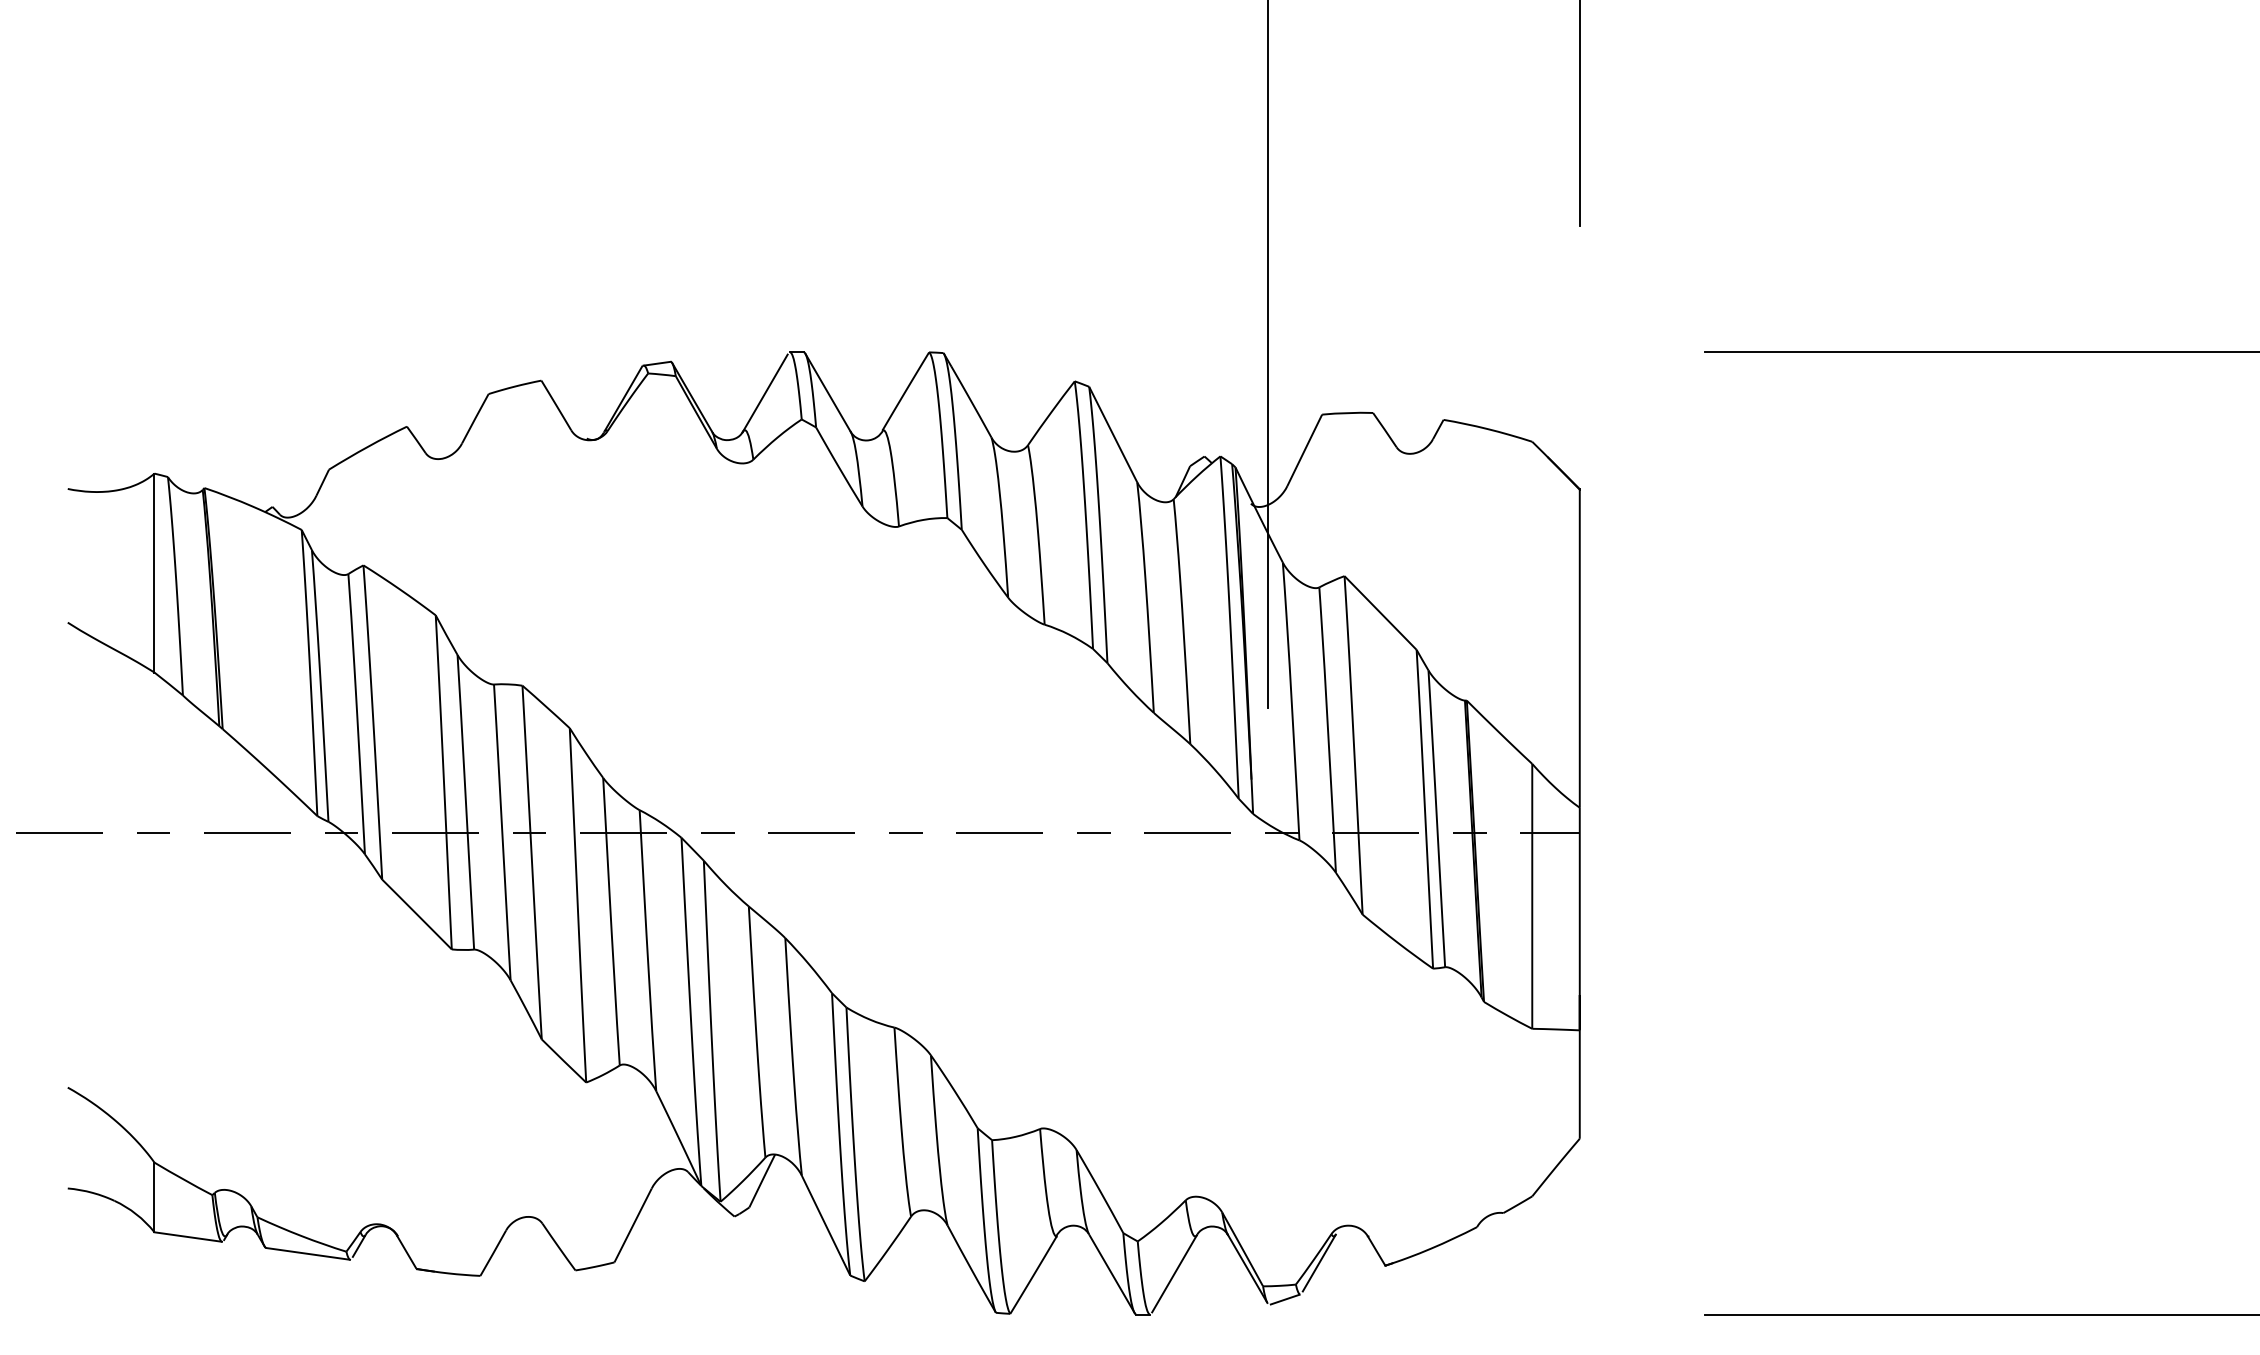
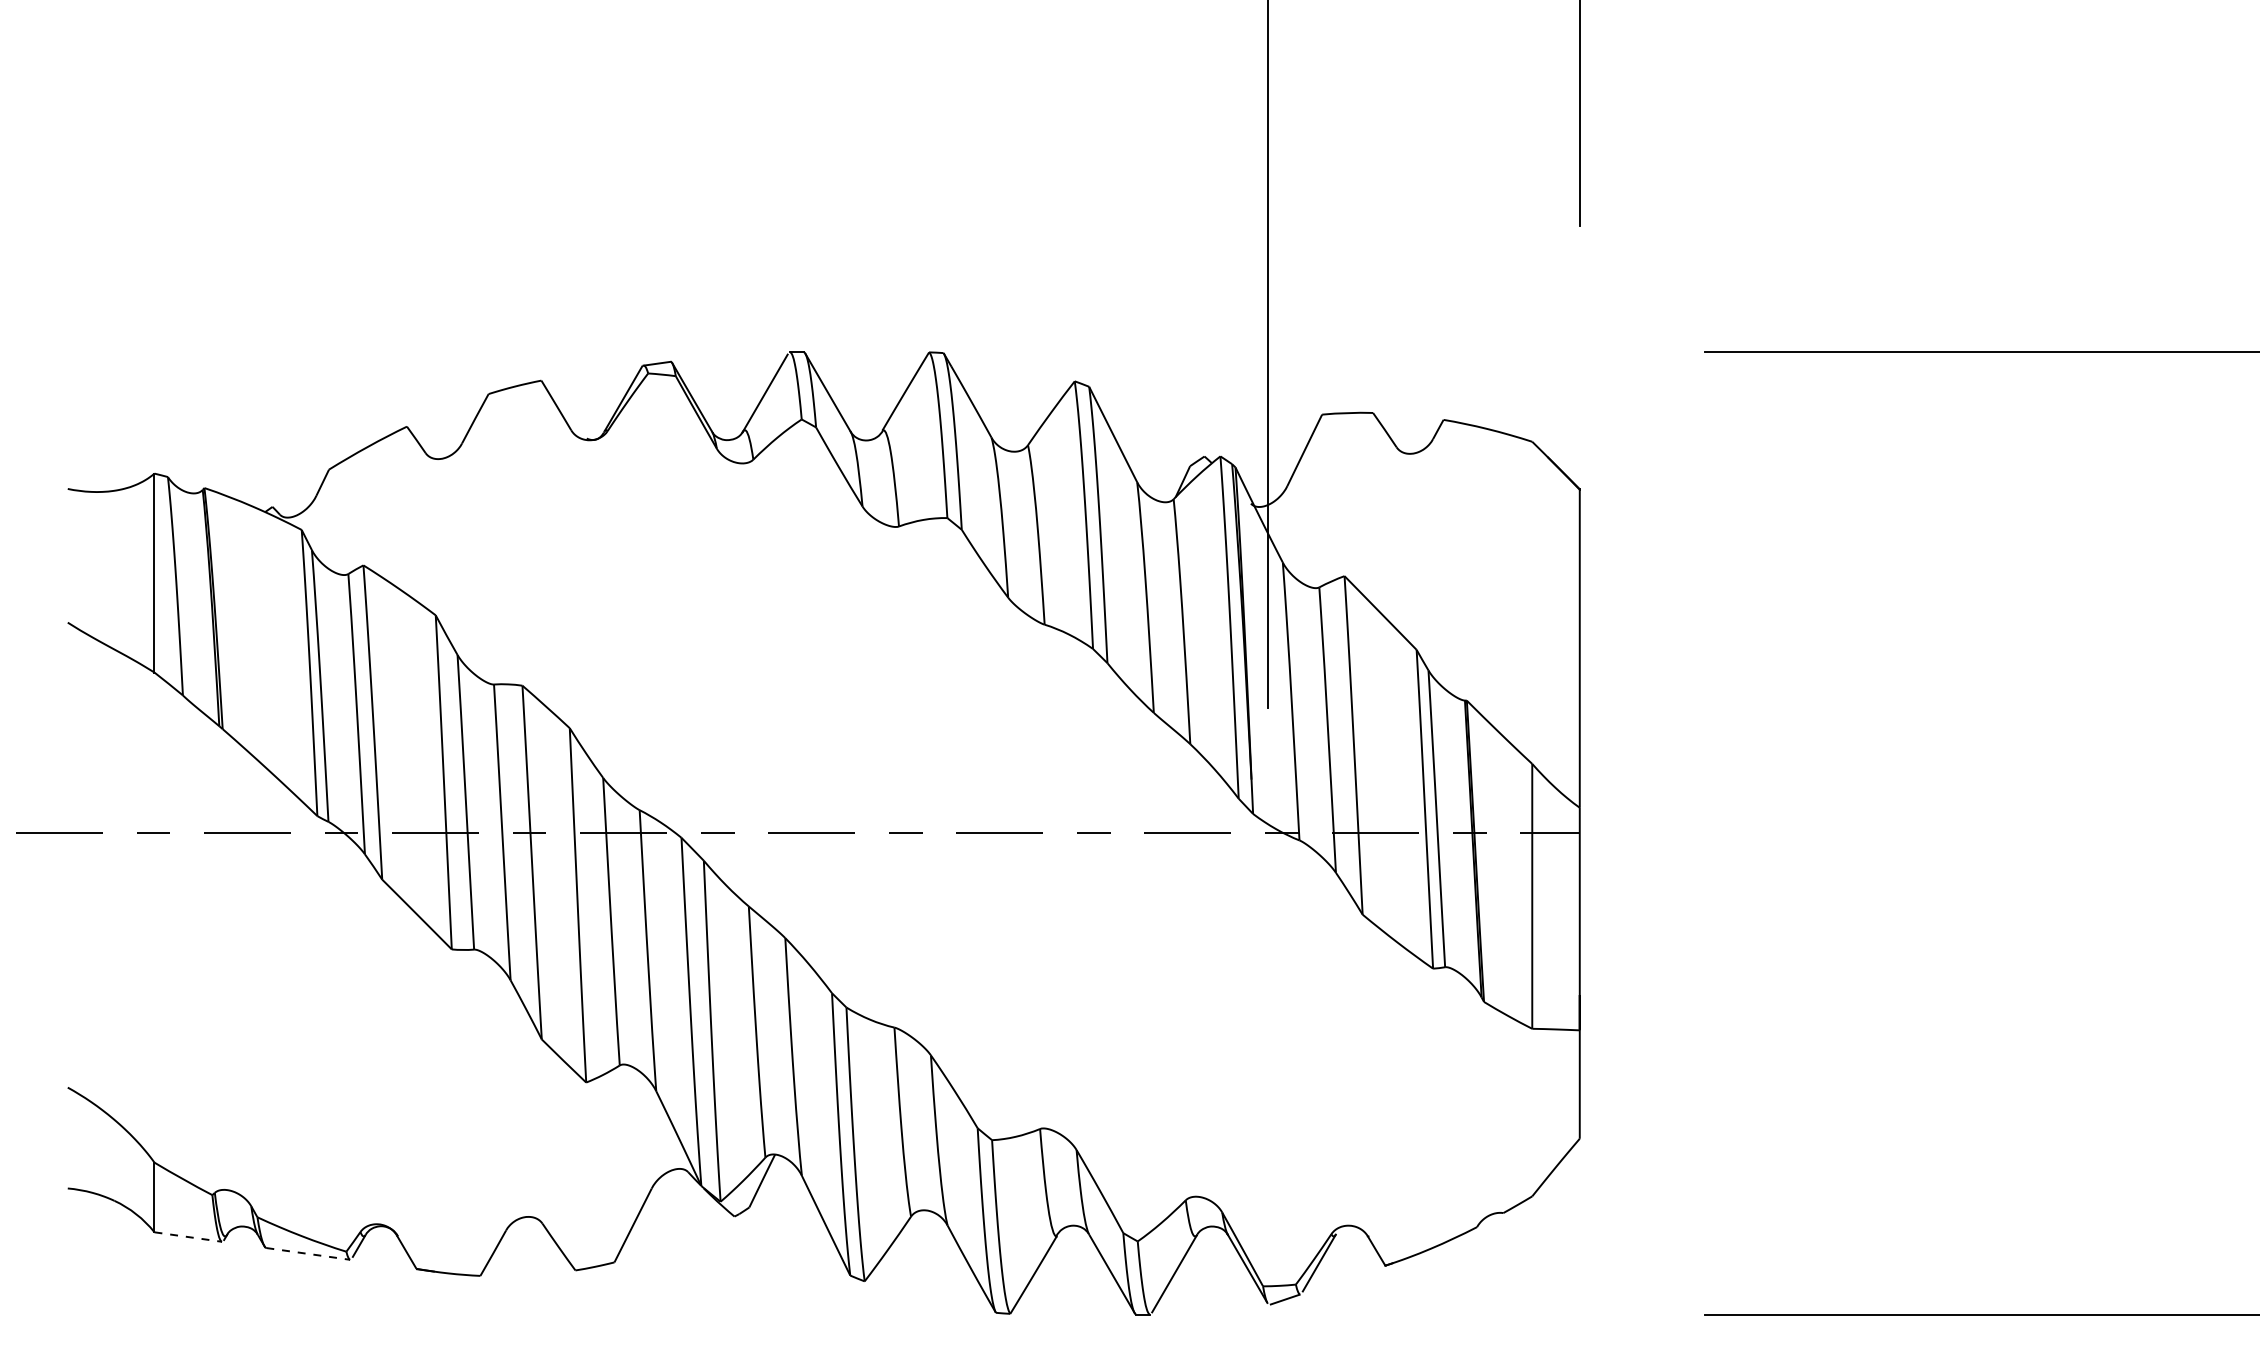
line at (188, 1237): solid -> dashed
line at (308, 1253): solid -> dashed
